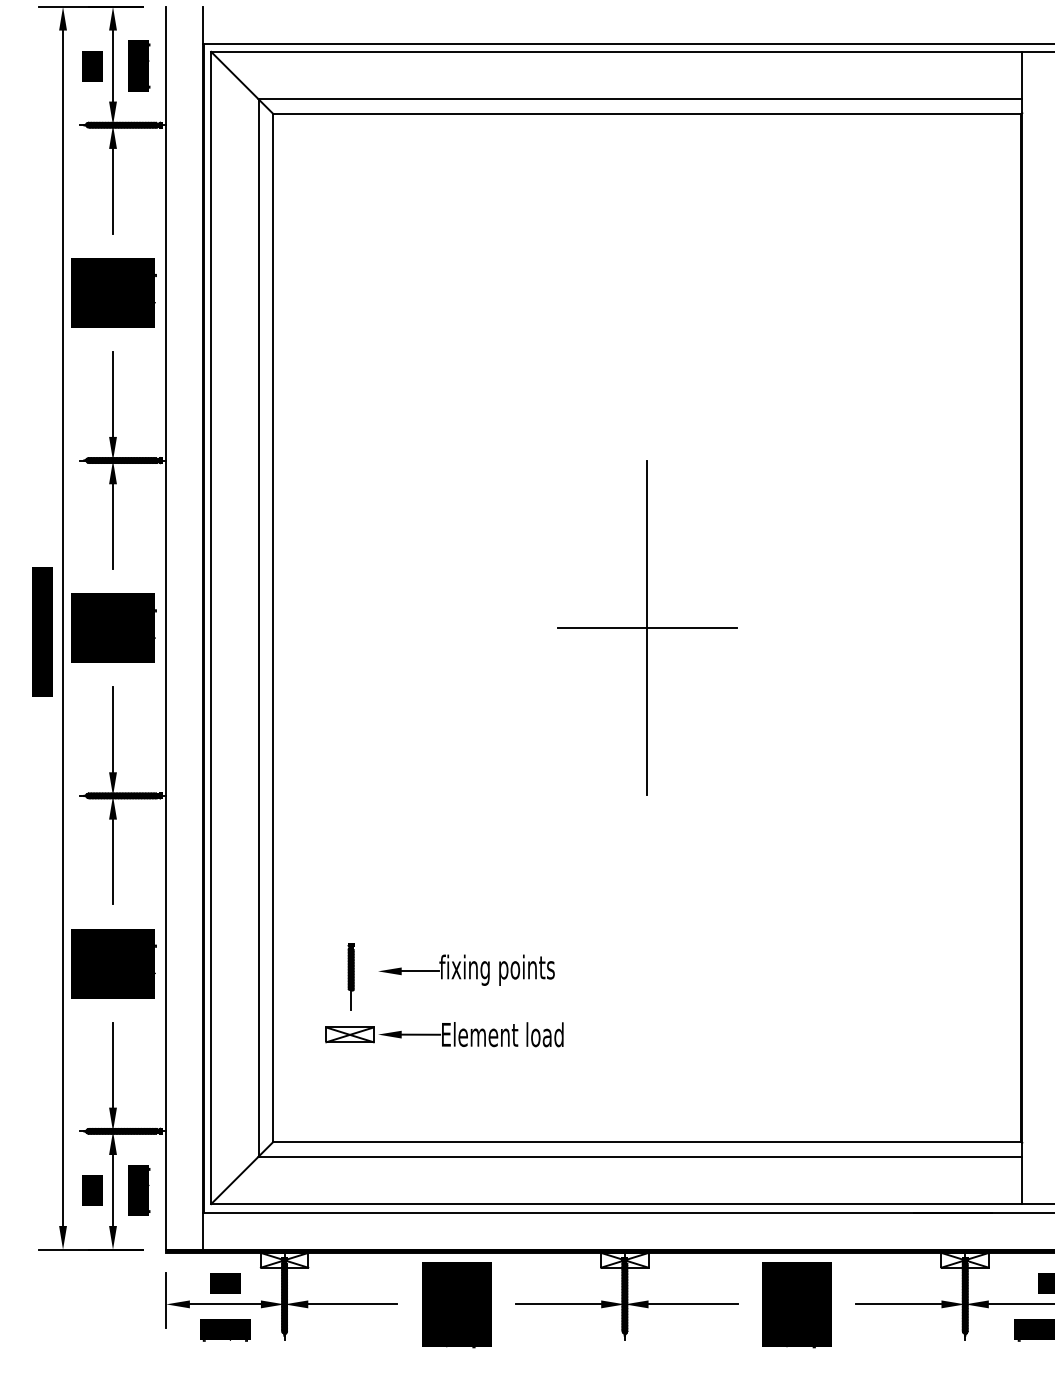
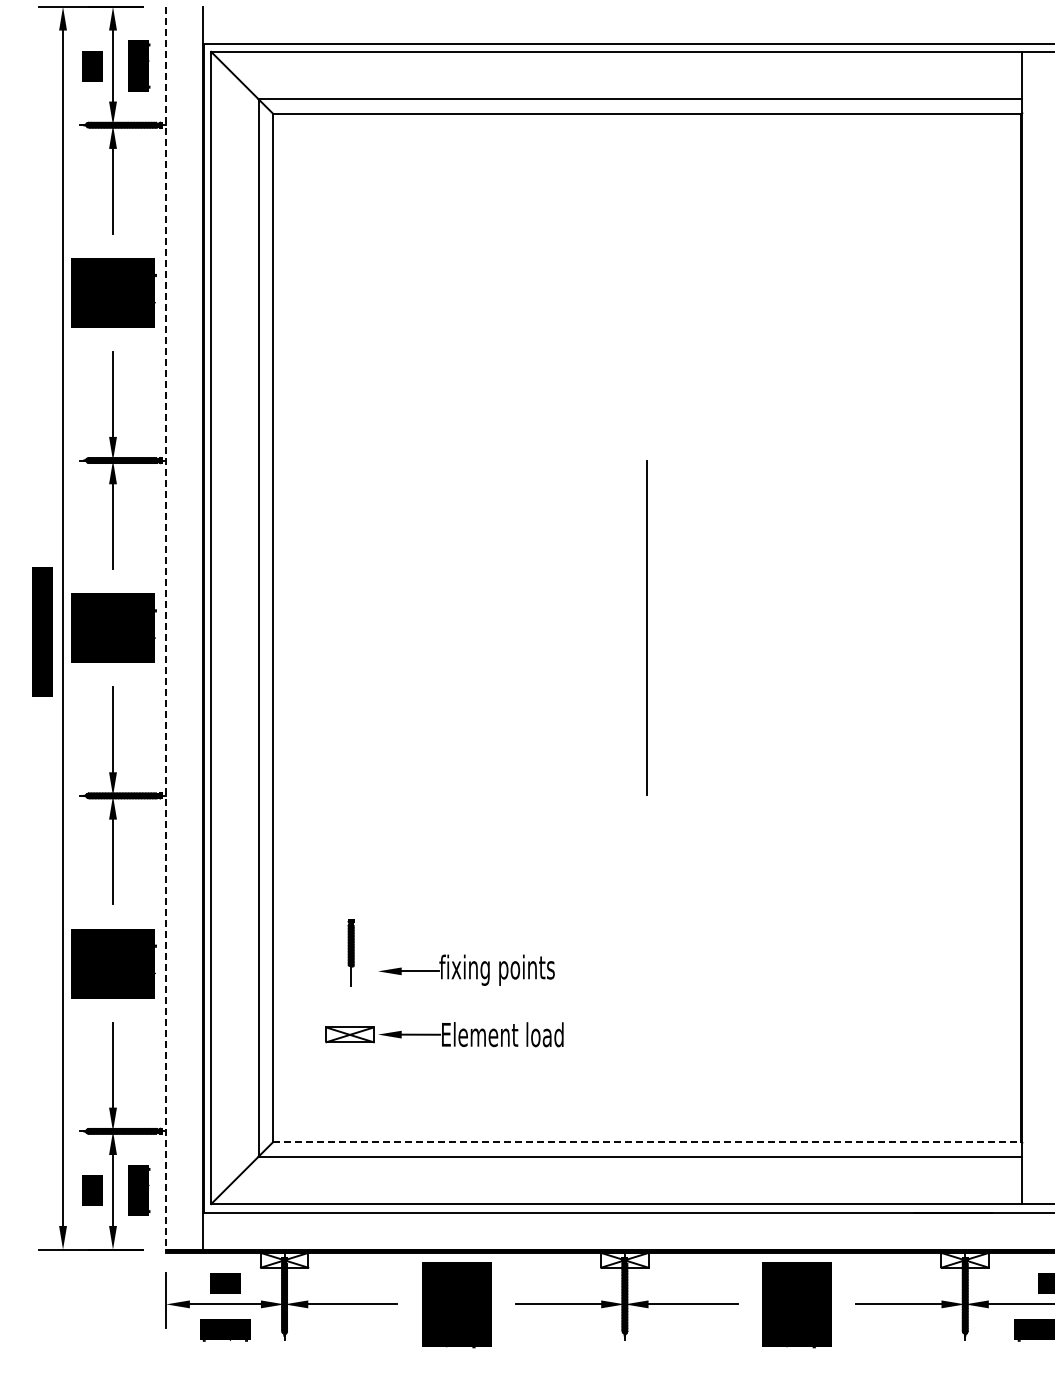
line at (647, 627): present -> none
line at (166, 628): solid -> dashed
part at (350, 976) position: (350, 976) -> (350, 952)
line at (647, 1141): solid -> dashed
